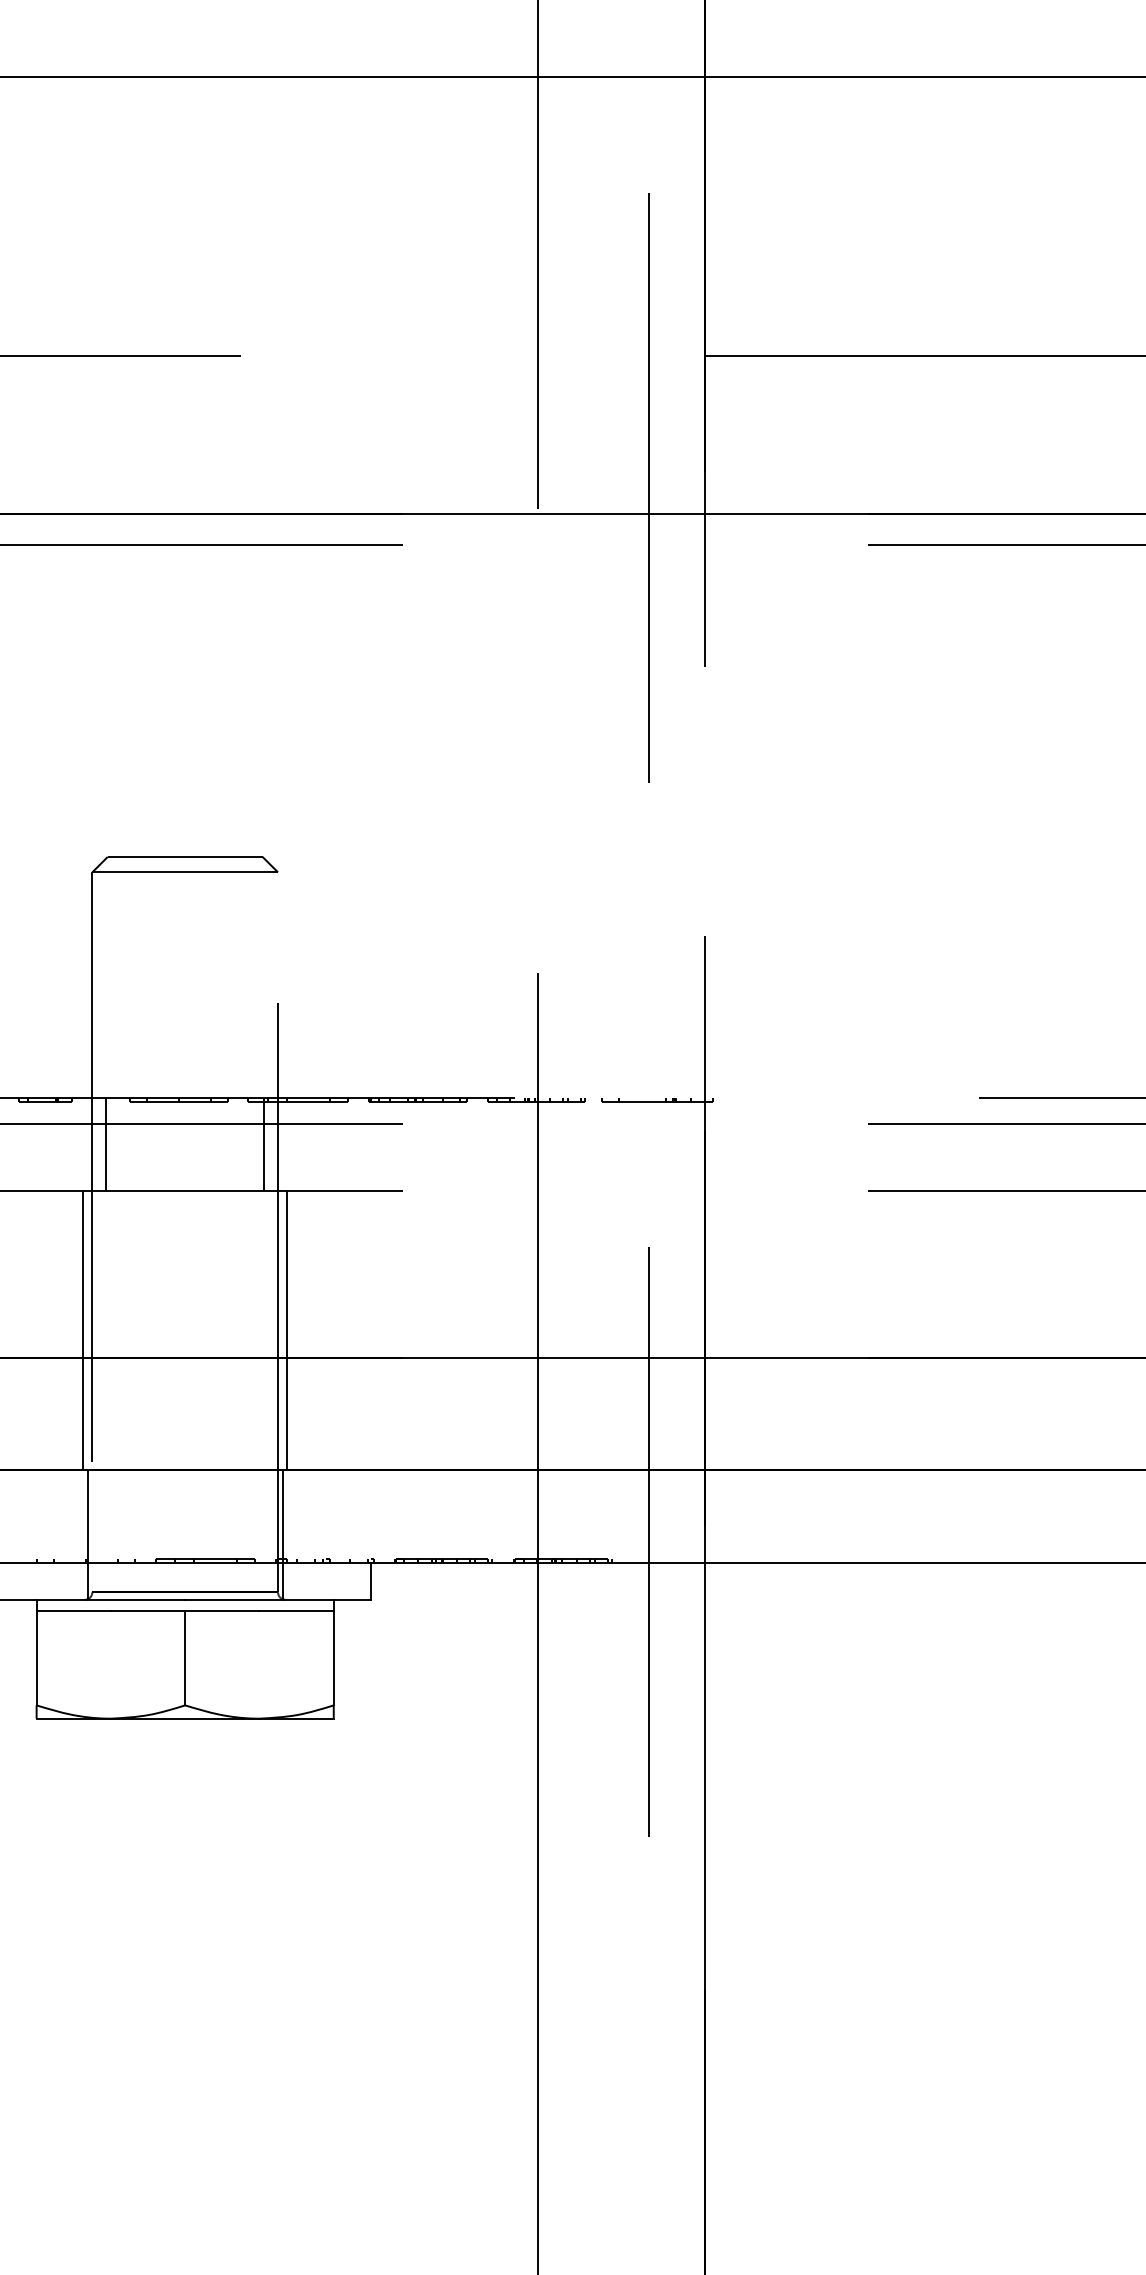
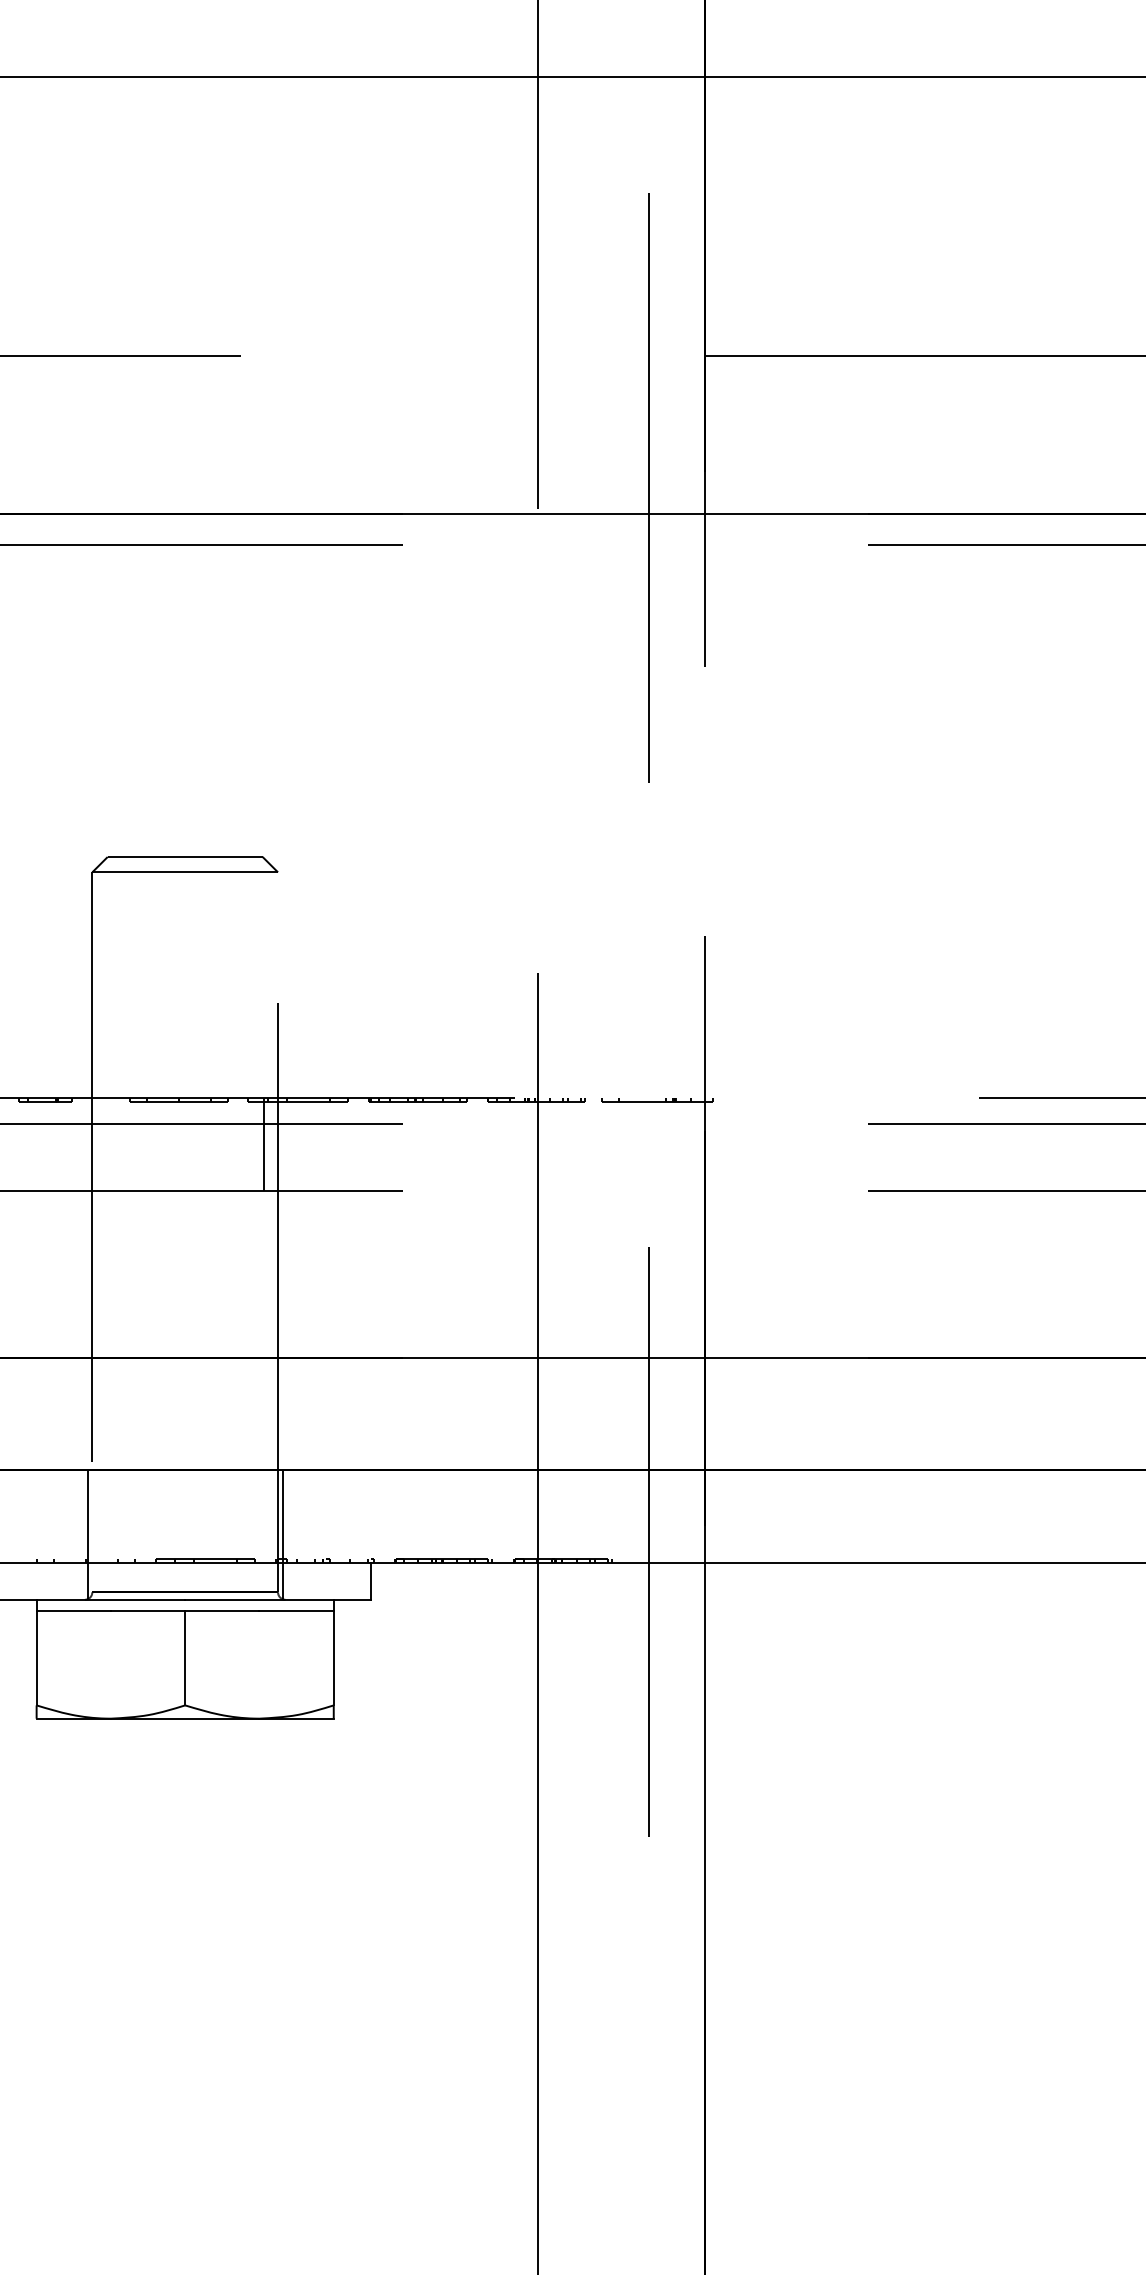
line at (106, 1144): present -> none
line at (83, 1330): present -> none
line at (287, 1330): present -> none
